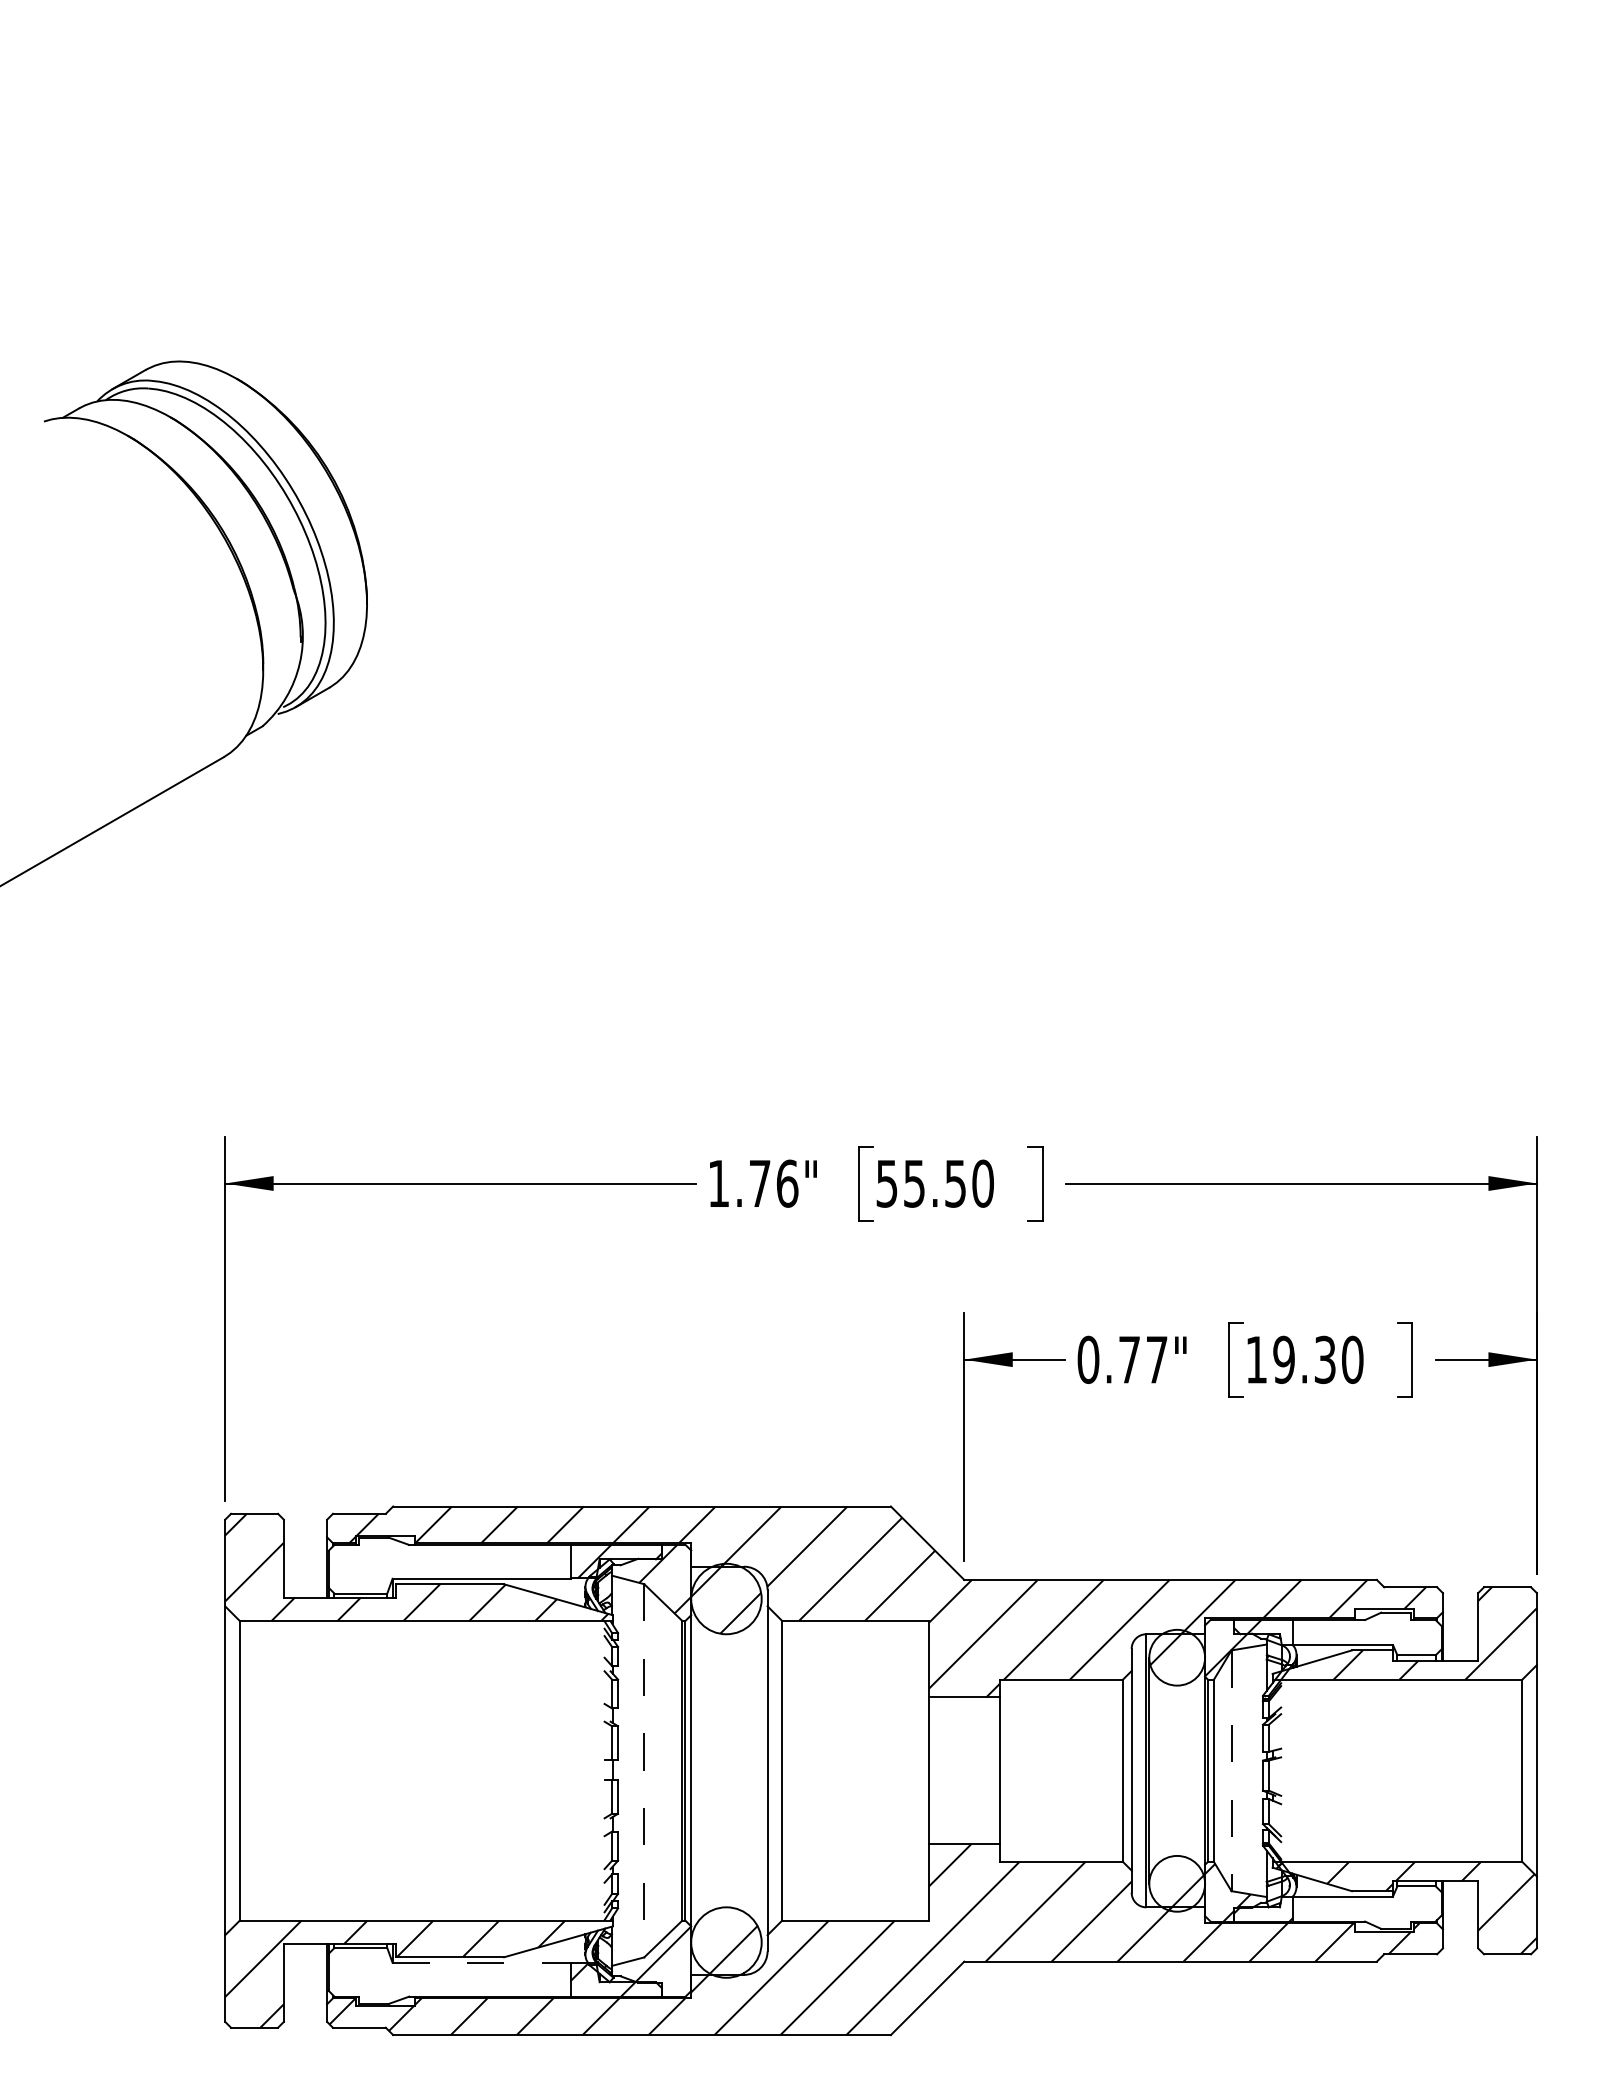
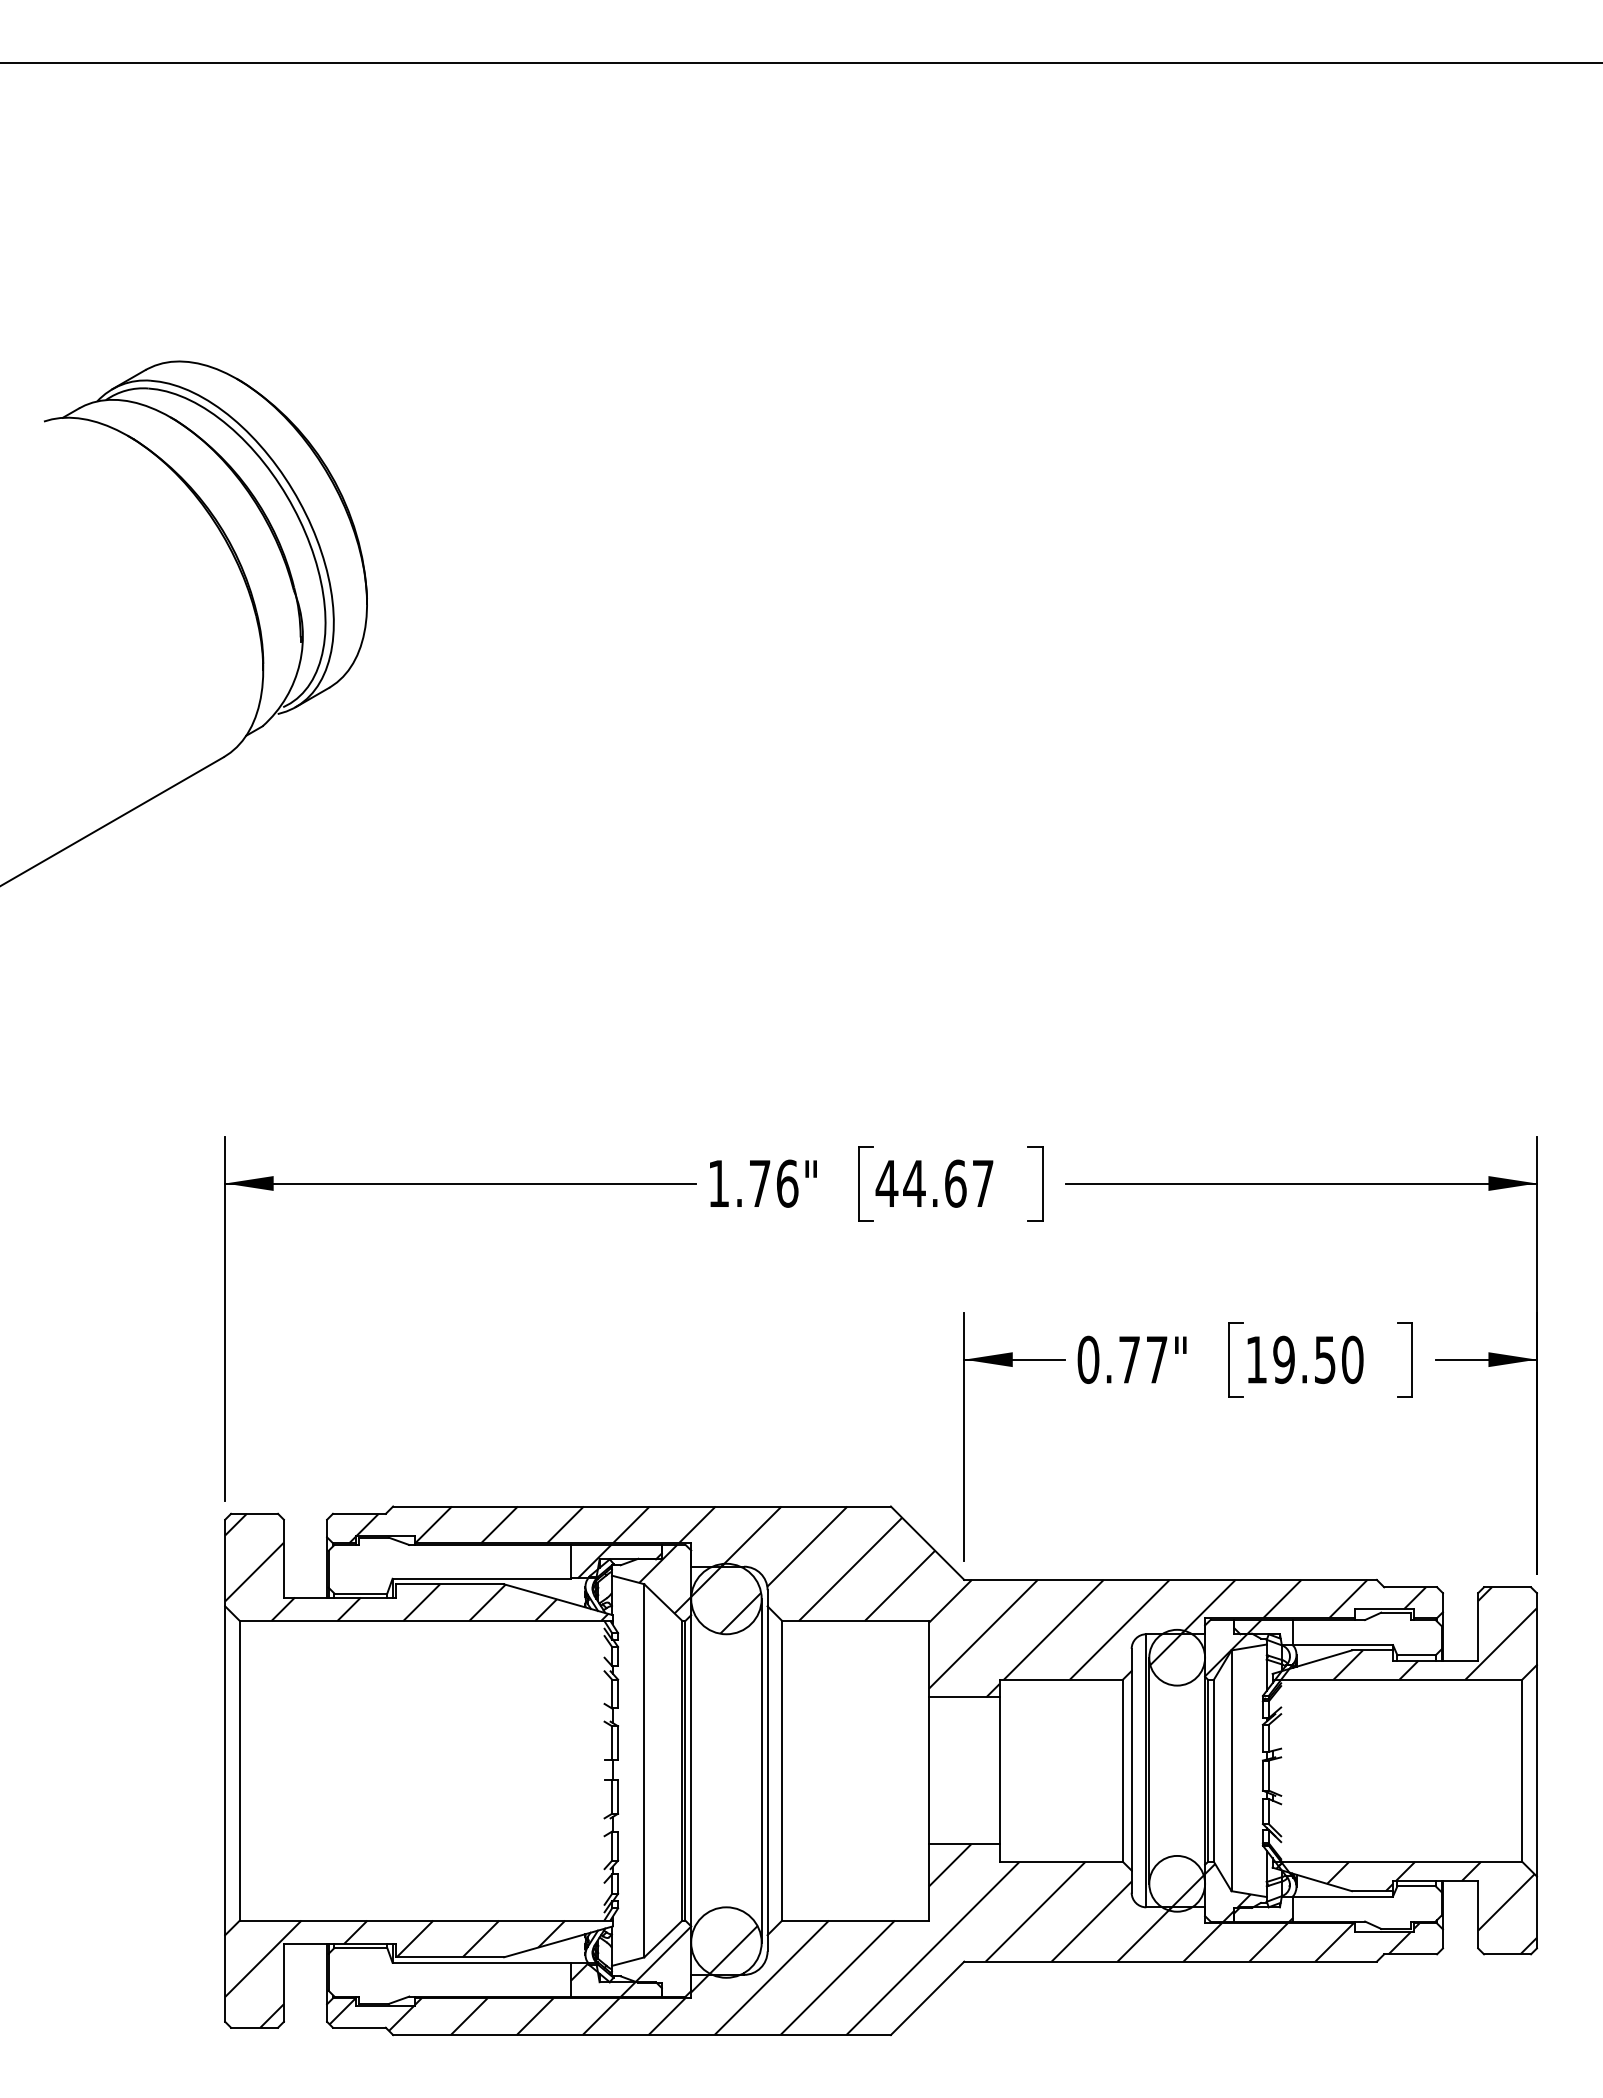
line at (800, 62): none -> present
text at (934, 1183): 55.50 -> 44.67
text at (1325, 1359): 19.30 -> 19.50
line at (644, 1770): dashed -> solid
line at (761, 1770): none -> present
line at (1231, 1771): dashed -> solid
line at (482, 1962): dashed -> solid
